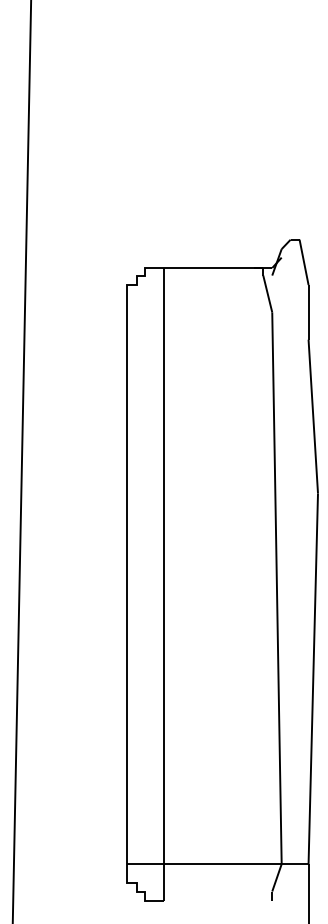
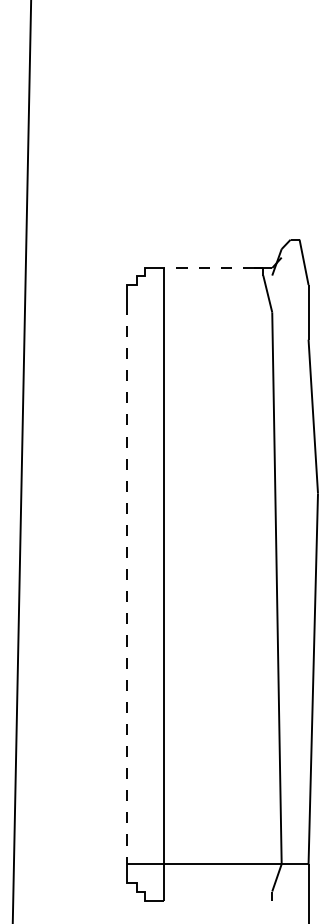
line at (208, 268): solid -> dashed
line at (126, 584): solid -> dashed
